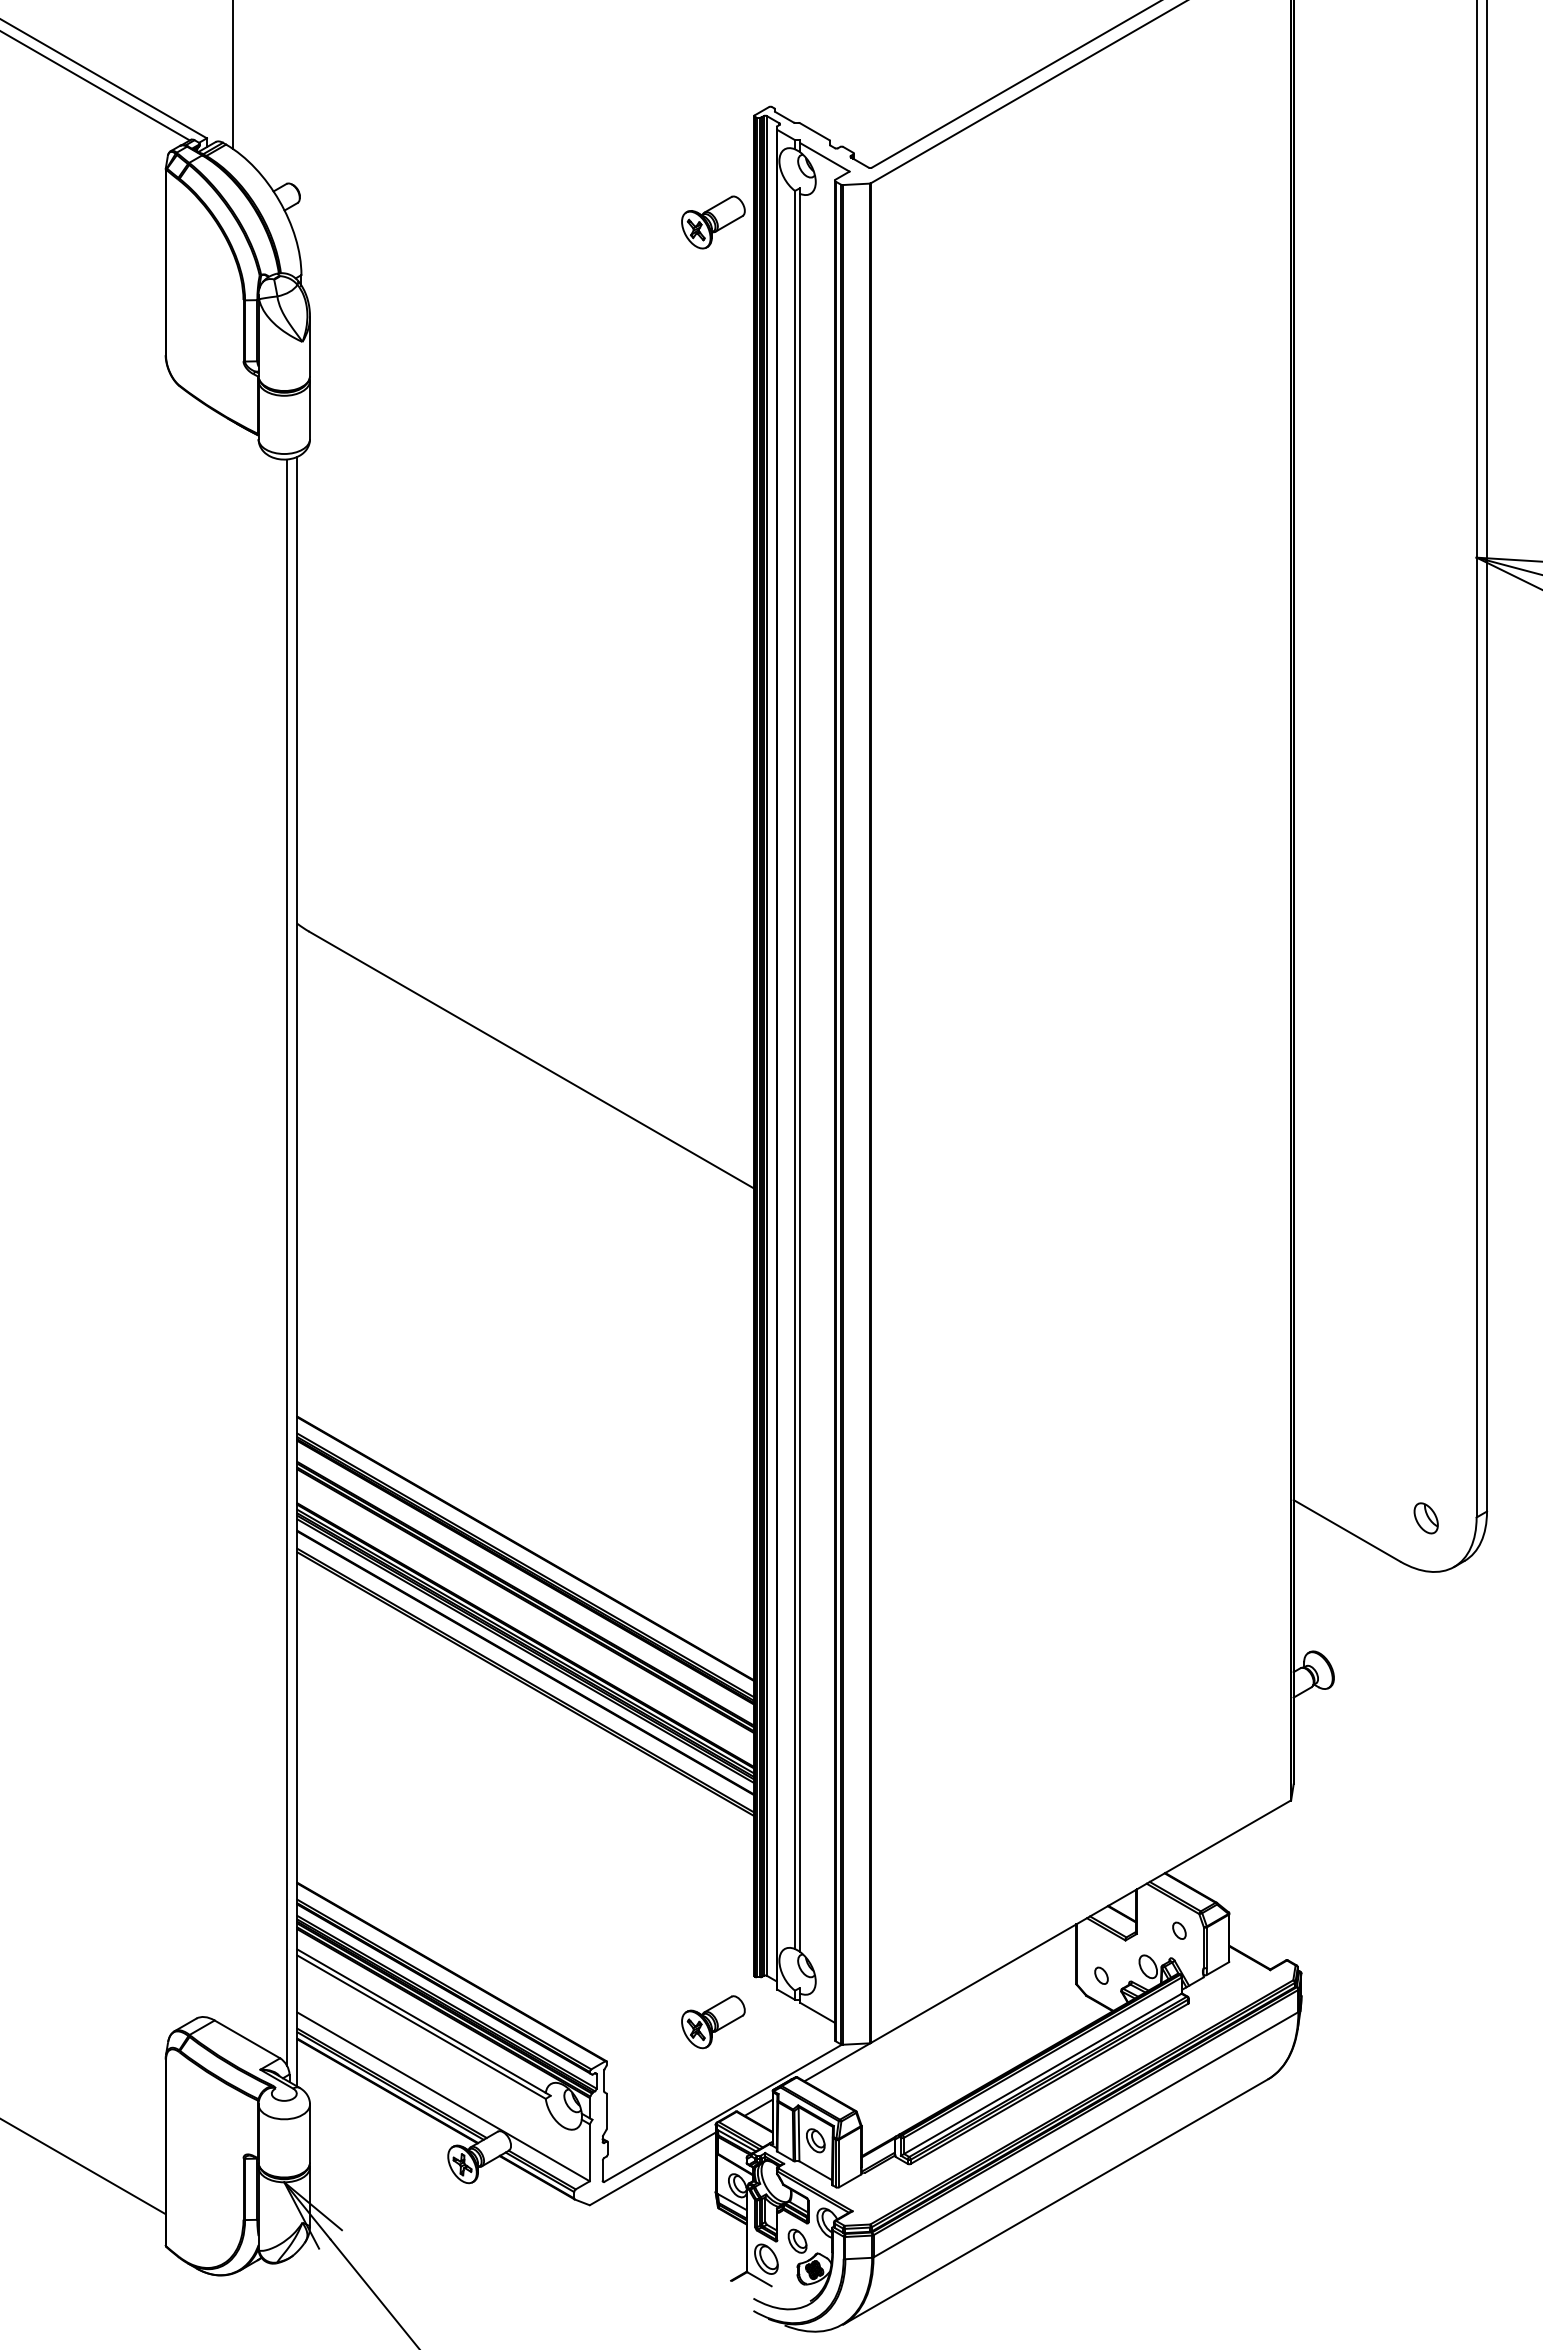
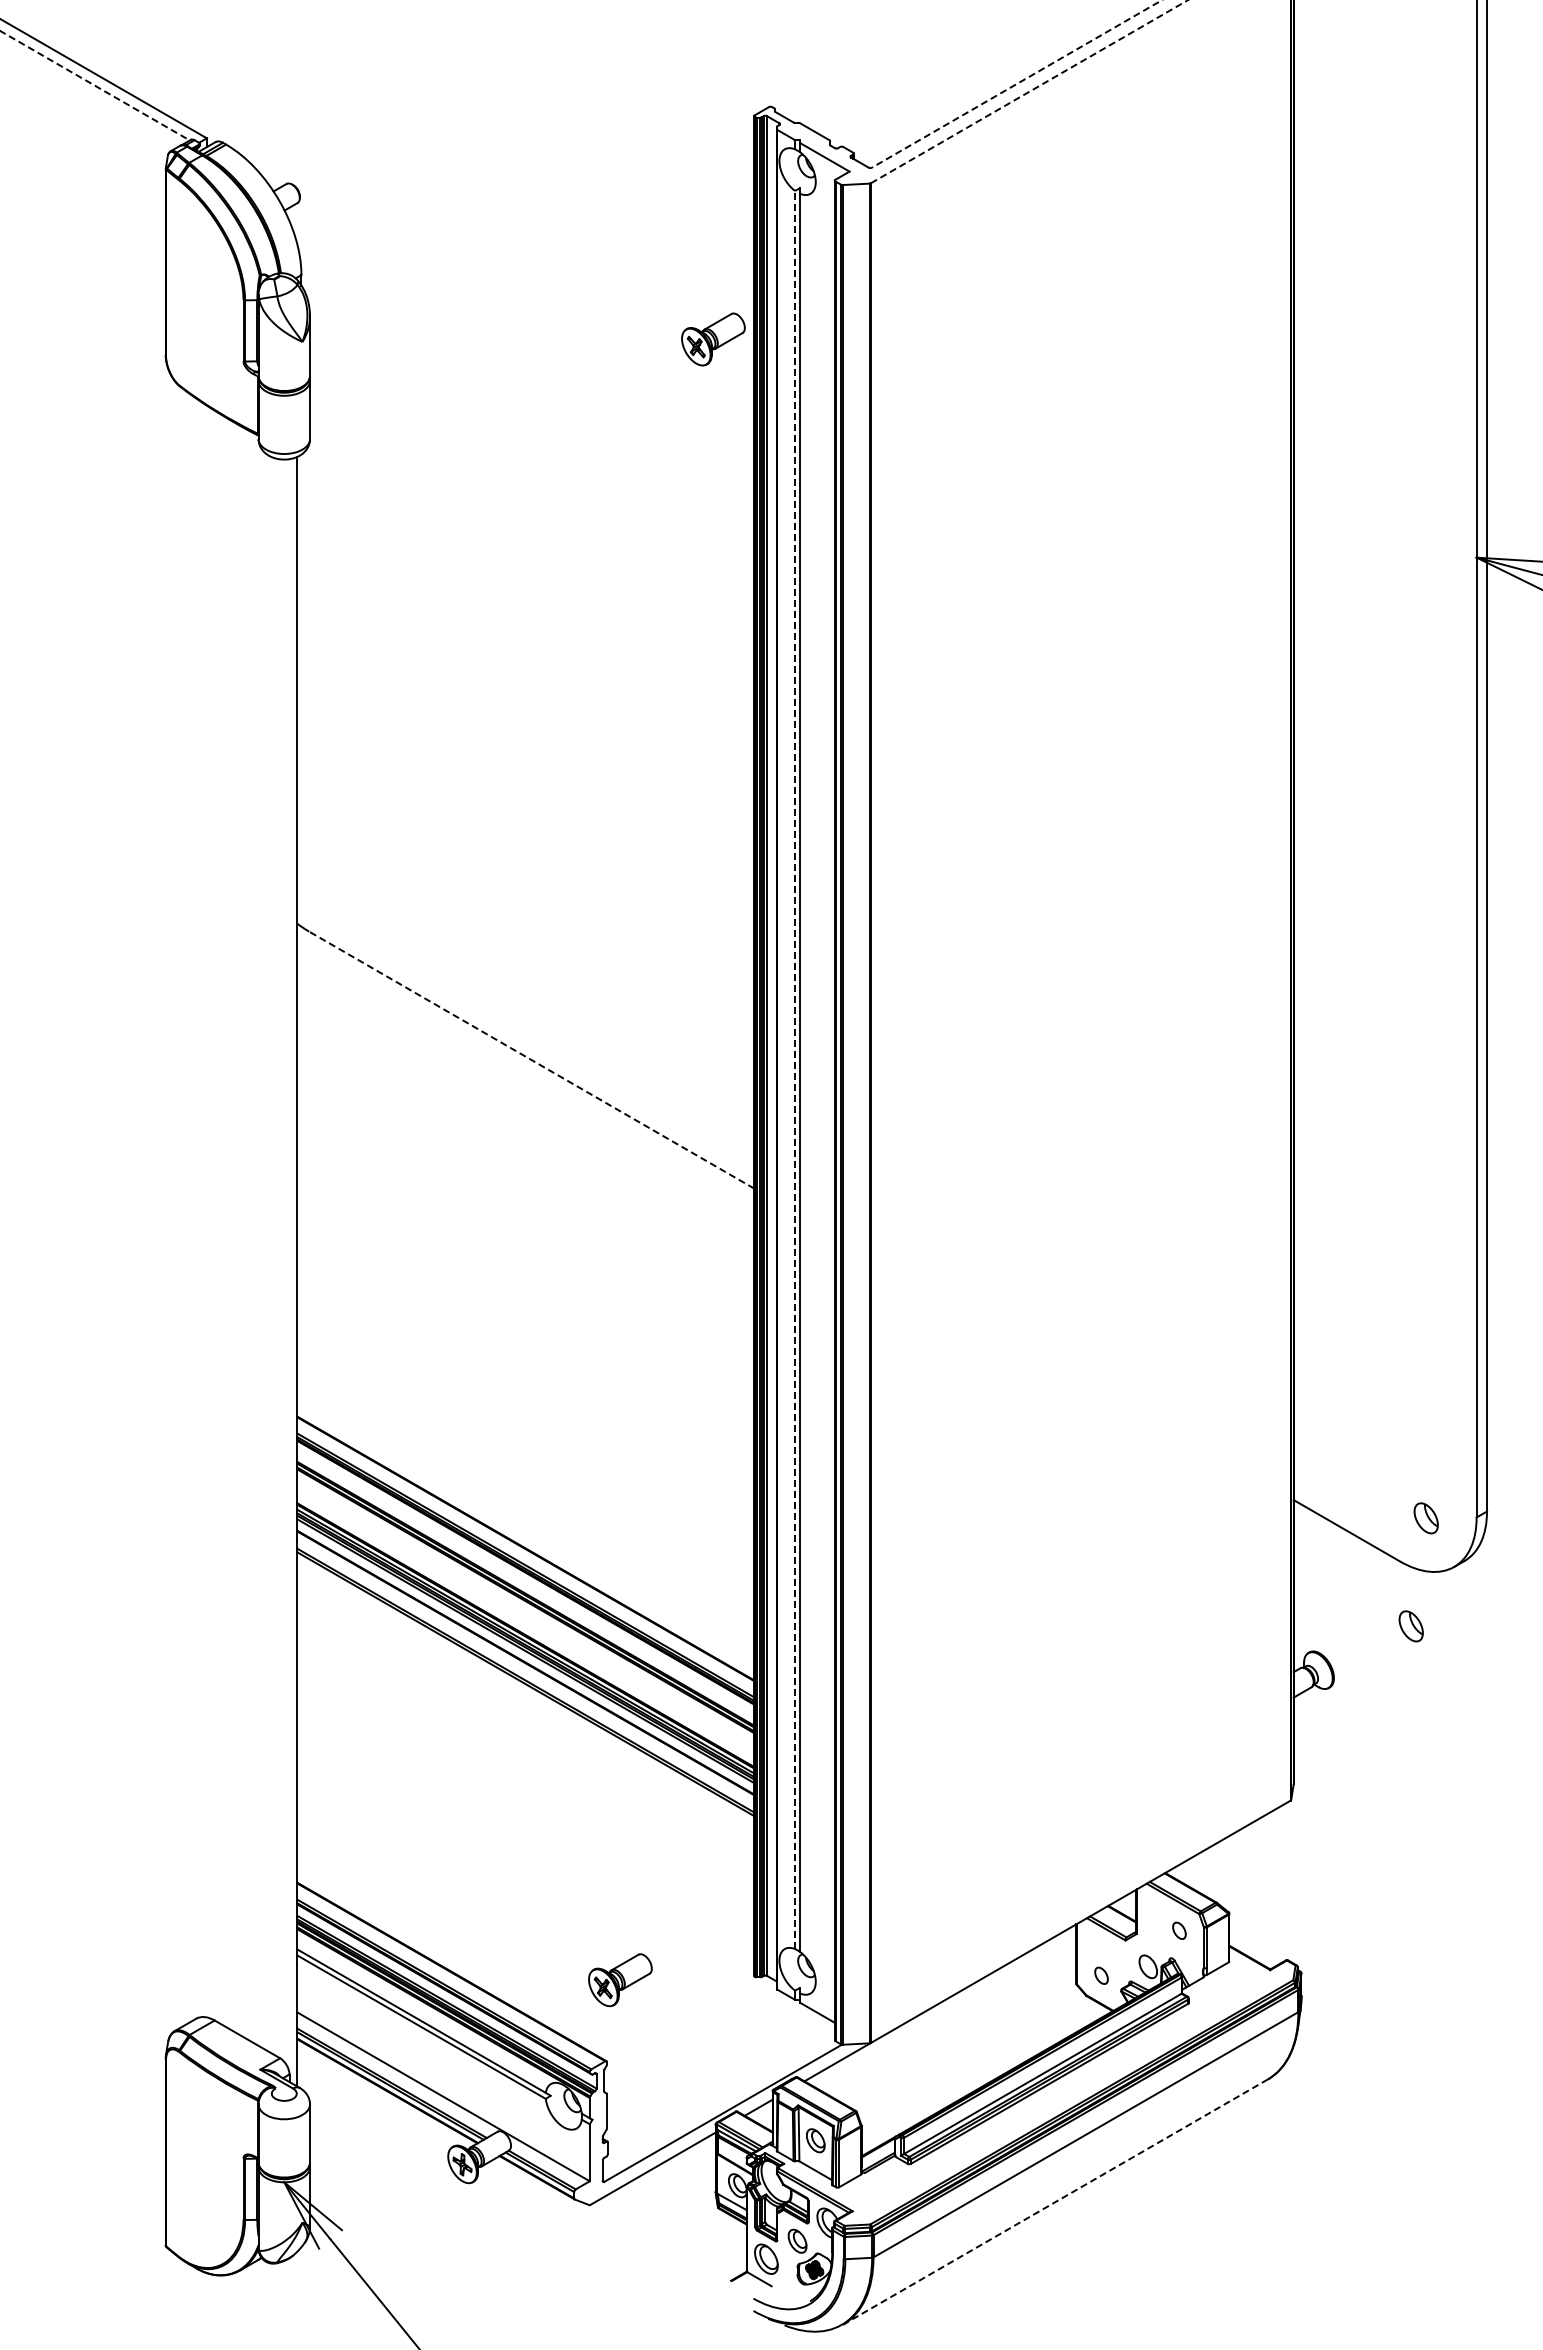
line at (232, 75): present -> none
line at (1016, 84): solid -> dashed
line at (95, 85): solid -> dashed
line at (1029, 91): solid -> dashed
part at (713, 222) position: (713, 222) -> (713, 339)
line at (531, 1060): solid -> dashed
line at (795, 1069): solid -> dashed
line at (286, 1262): present -> none
part at (1410, 1626): none -> present
part at (713, 2022) position: (713, 2022) -> (620, 1980)
line at (83, 2167): present -> none
line at (1055, 2202): solid -> dashed
